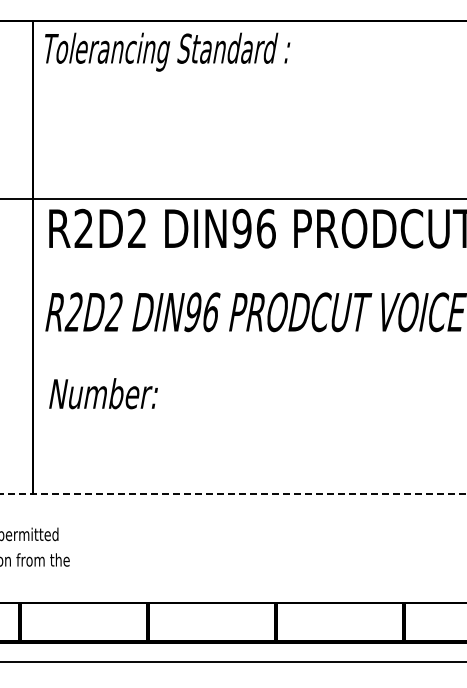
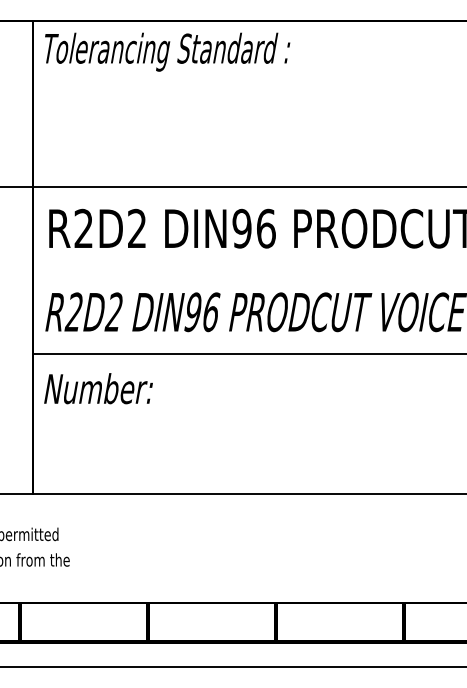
line at (232, 199) position: (232, 199) -> (232, 187)
line at (247, 353): none -> present
text at (103, 393) position: (103, 393) -> (98, 388)
line at (233, 494): dashed -> solid
line at (232, 662) position: (232, 662) -> (232, 667)
